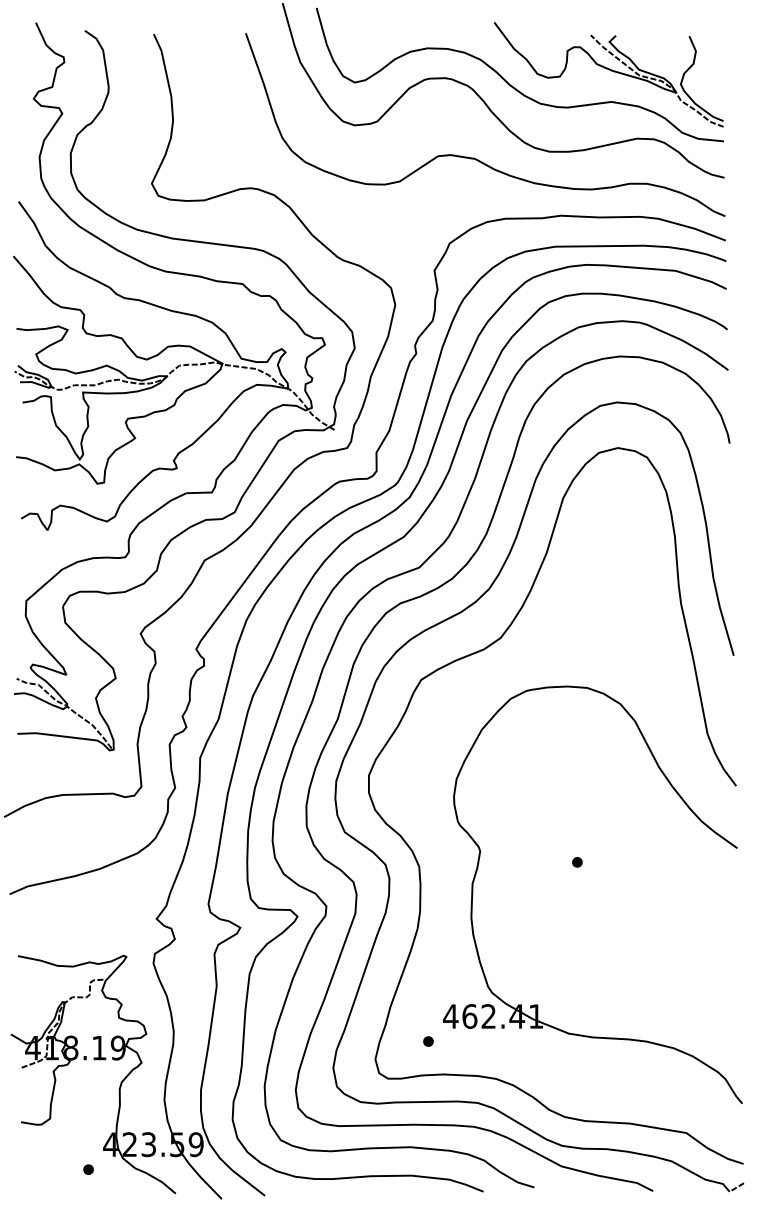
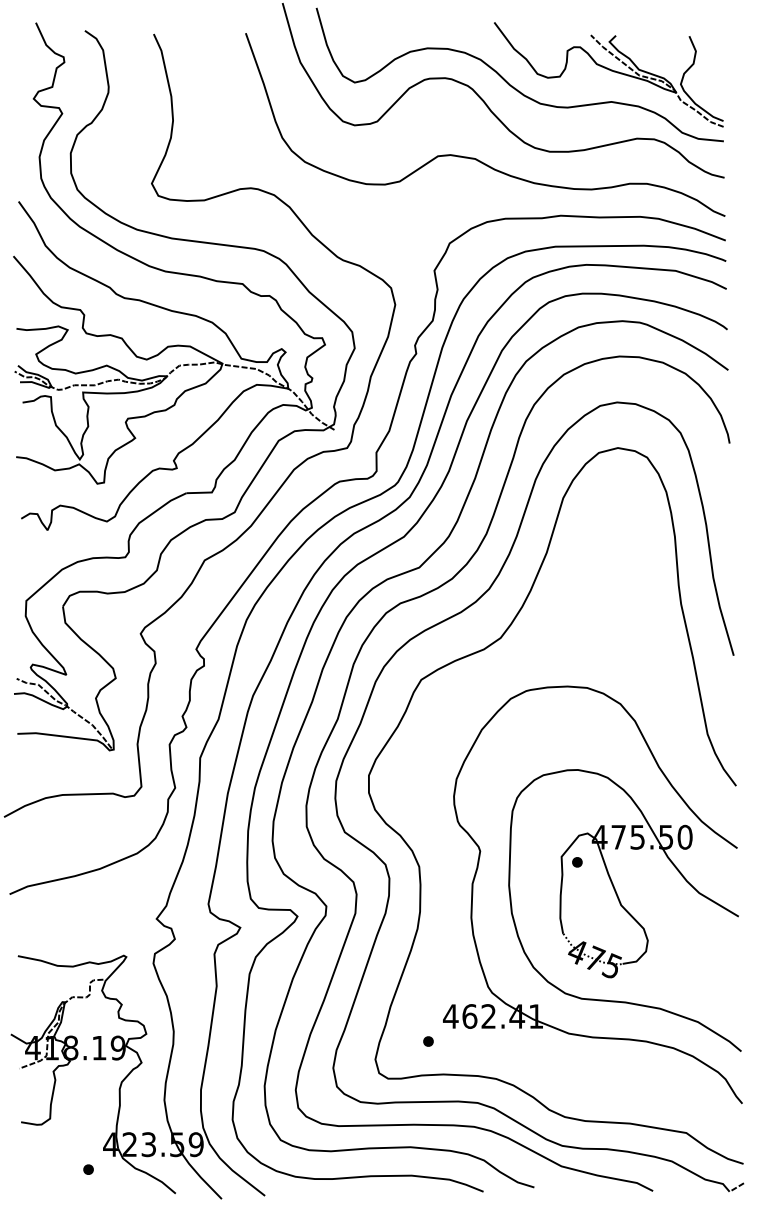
part at (624, 910): none -> present
